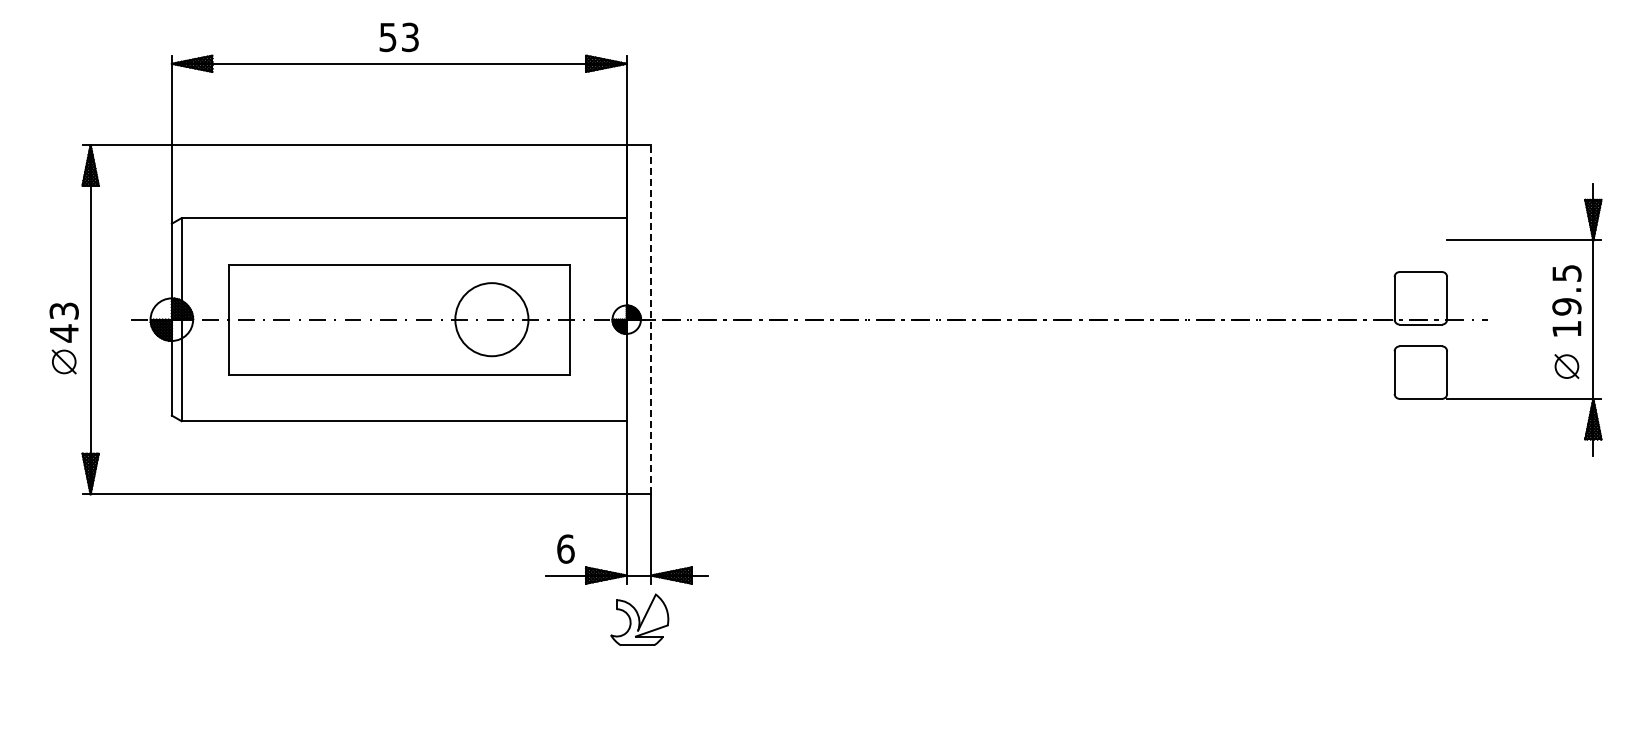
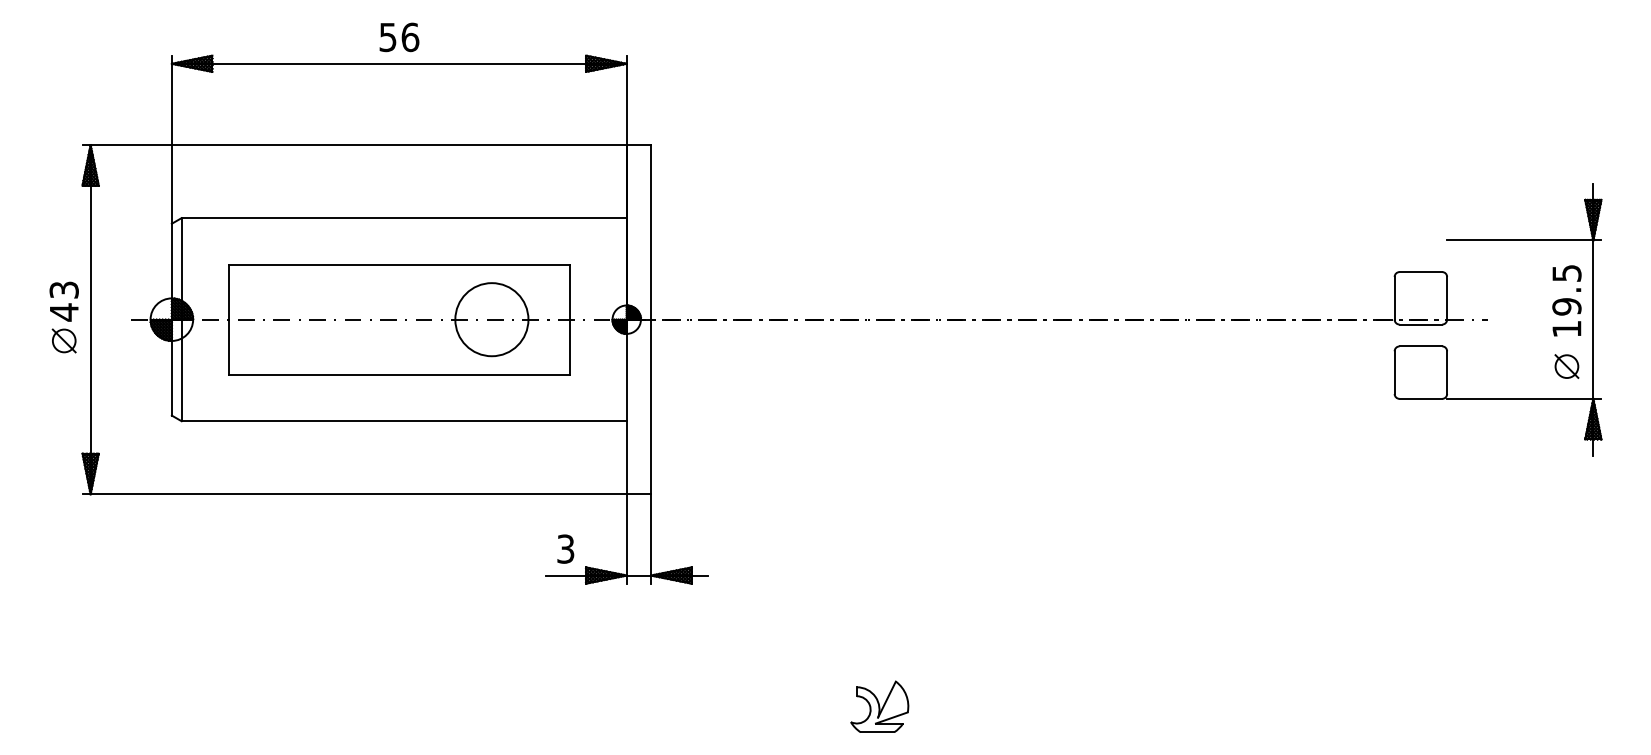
text at (410, 37): 53 -> 56
line at (651, 319): dashed -> solid
part at (63, 338) position: (63, 338) -> (63, 317)
text at (565, 548): 6 -> 3
part at (639, 619) position: (639, 619) -> (879, 706)
